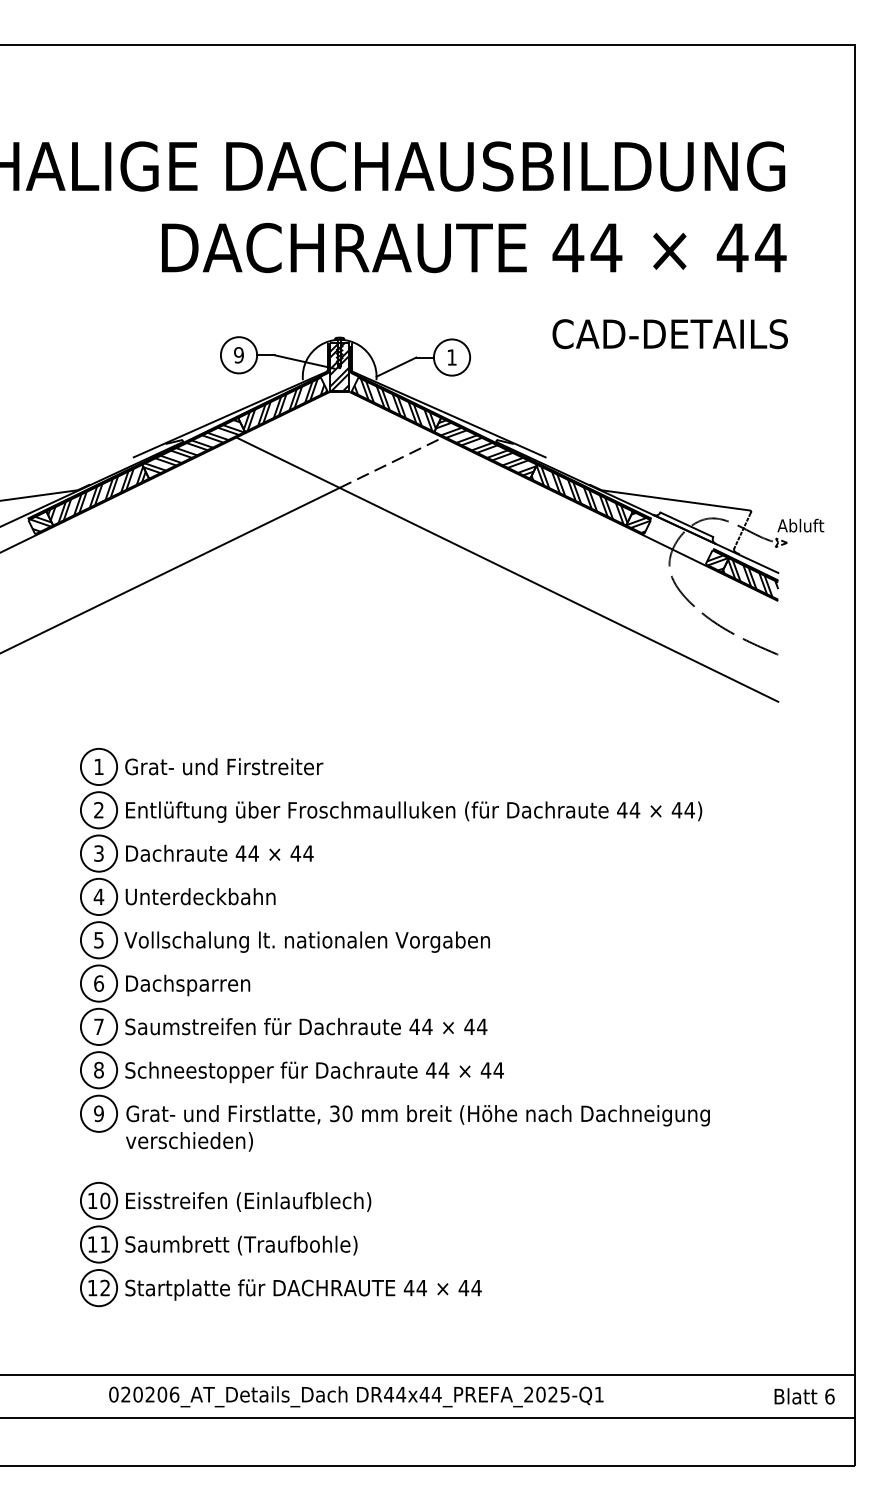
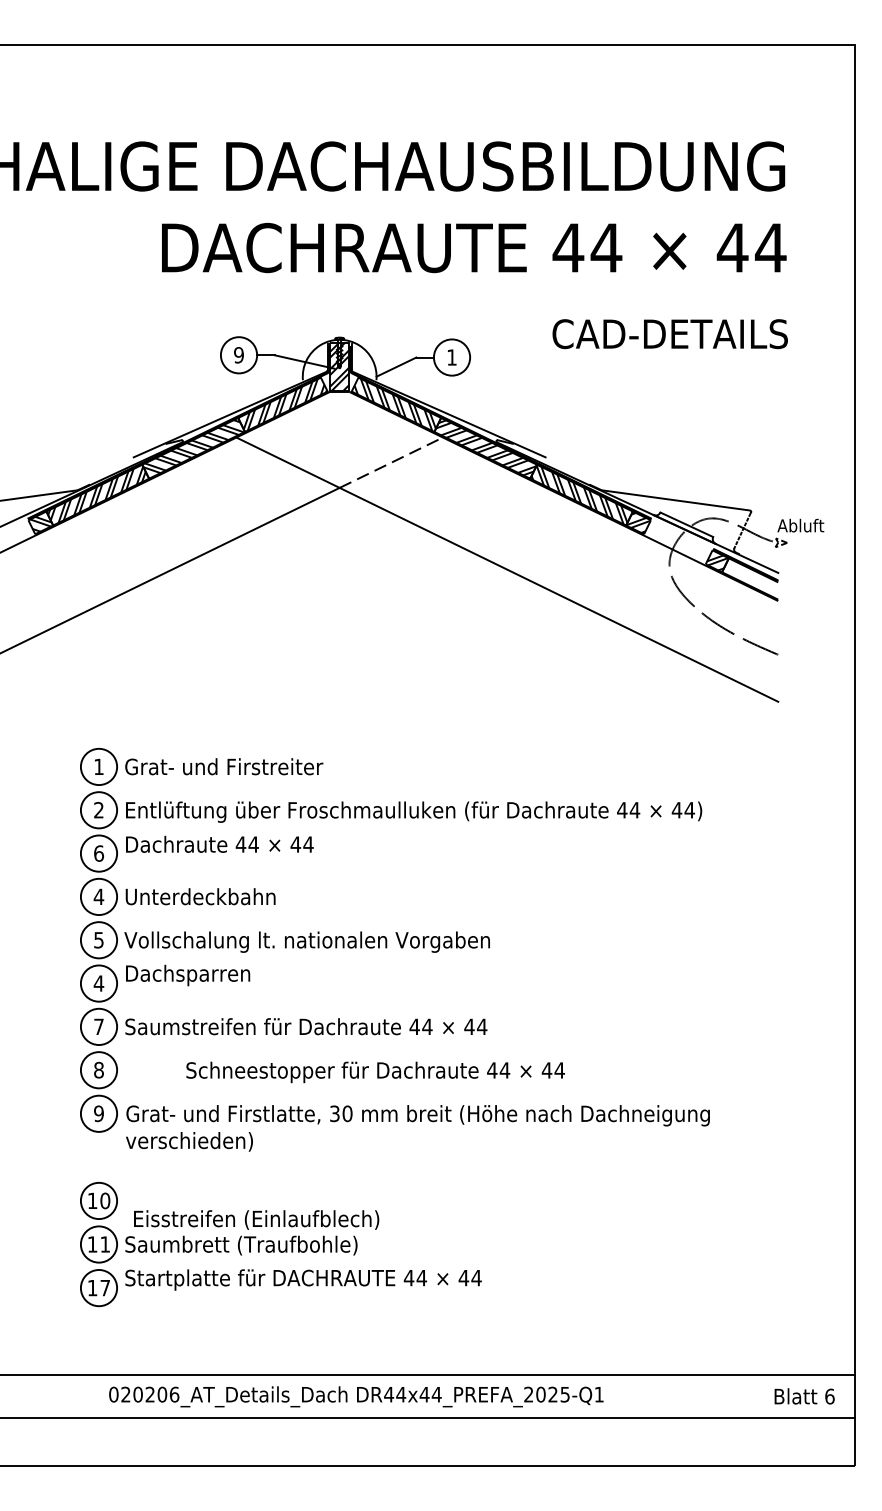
hatch at (750, 577): present -> none
text at (219, 852) position: (219, 852) -> (219, 843)
text at (99, 853): 3 -> 6
text at (98, 983): 6 -> 4
text at (188, 985) position: (188, 985) -> (188, 975)
text at (314, 1072) position: (314, 1072) -> (375, 1072)
text at (248, 1201) position: (248, 1201) -> (256, 1219)
text at (104, 1287): 12 -> 17
text at (303, 1289) position: (303, 1289) -> (303, 1279)
